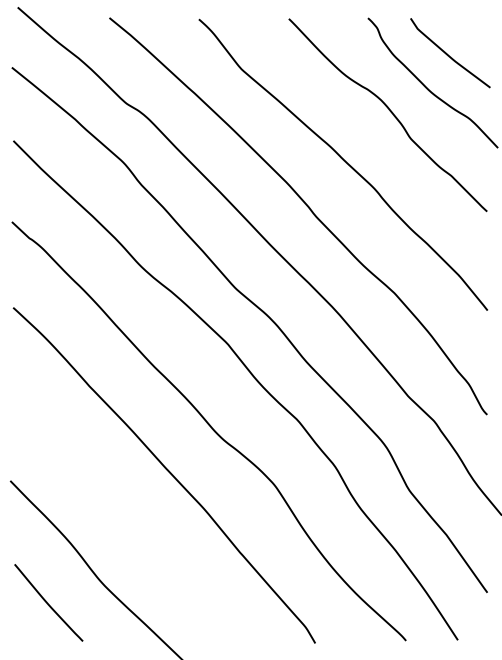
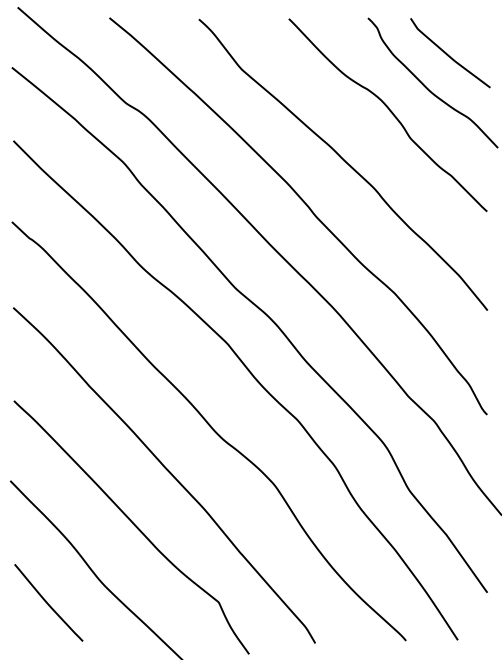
curve at (133, 525): none -> present
